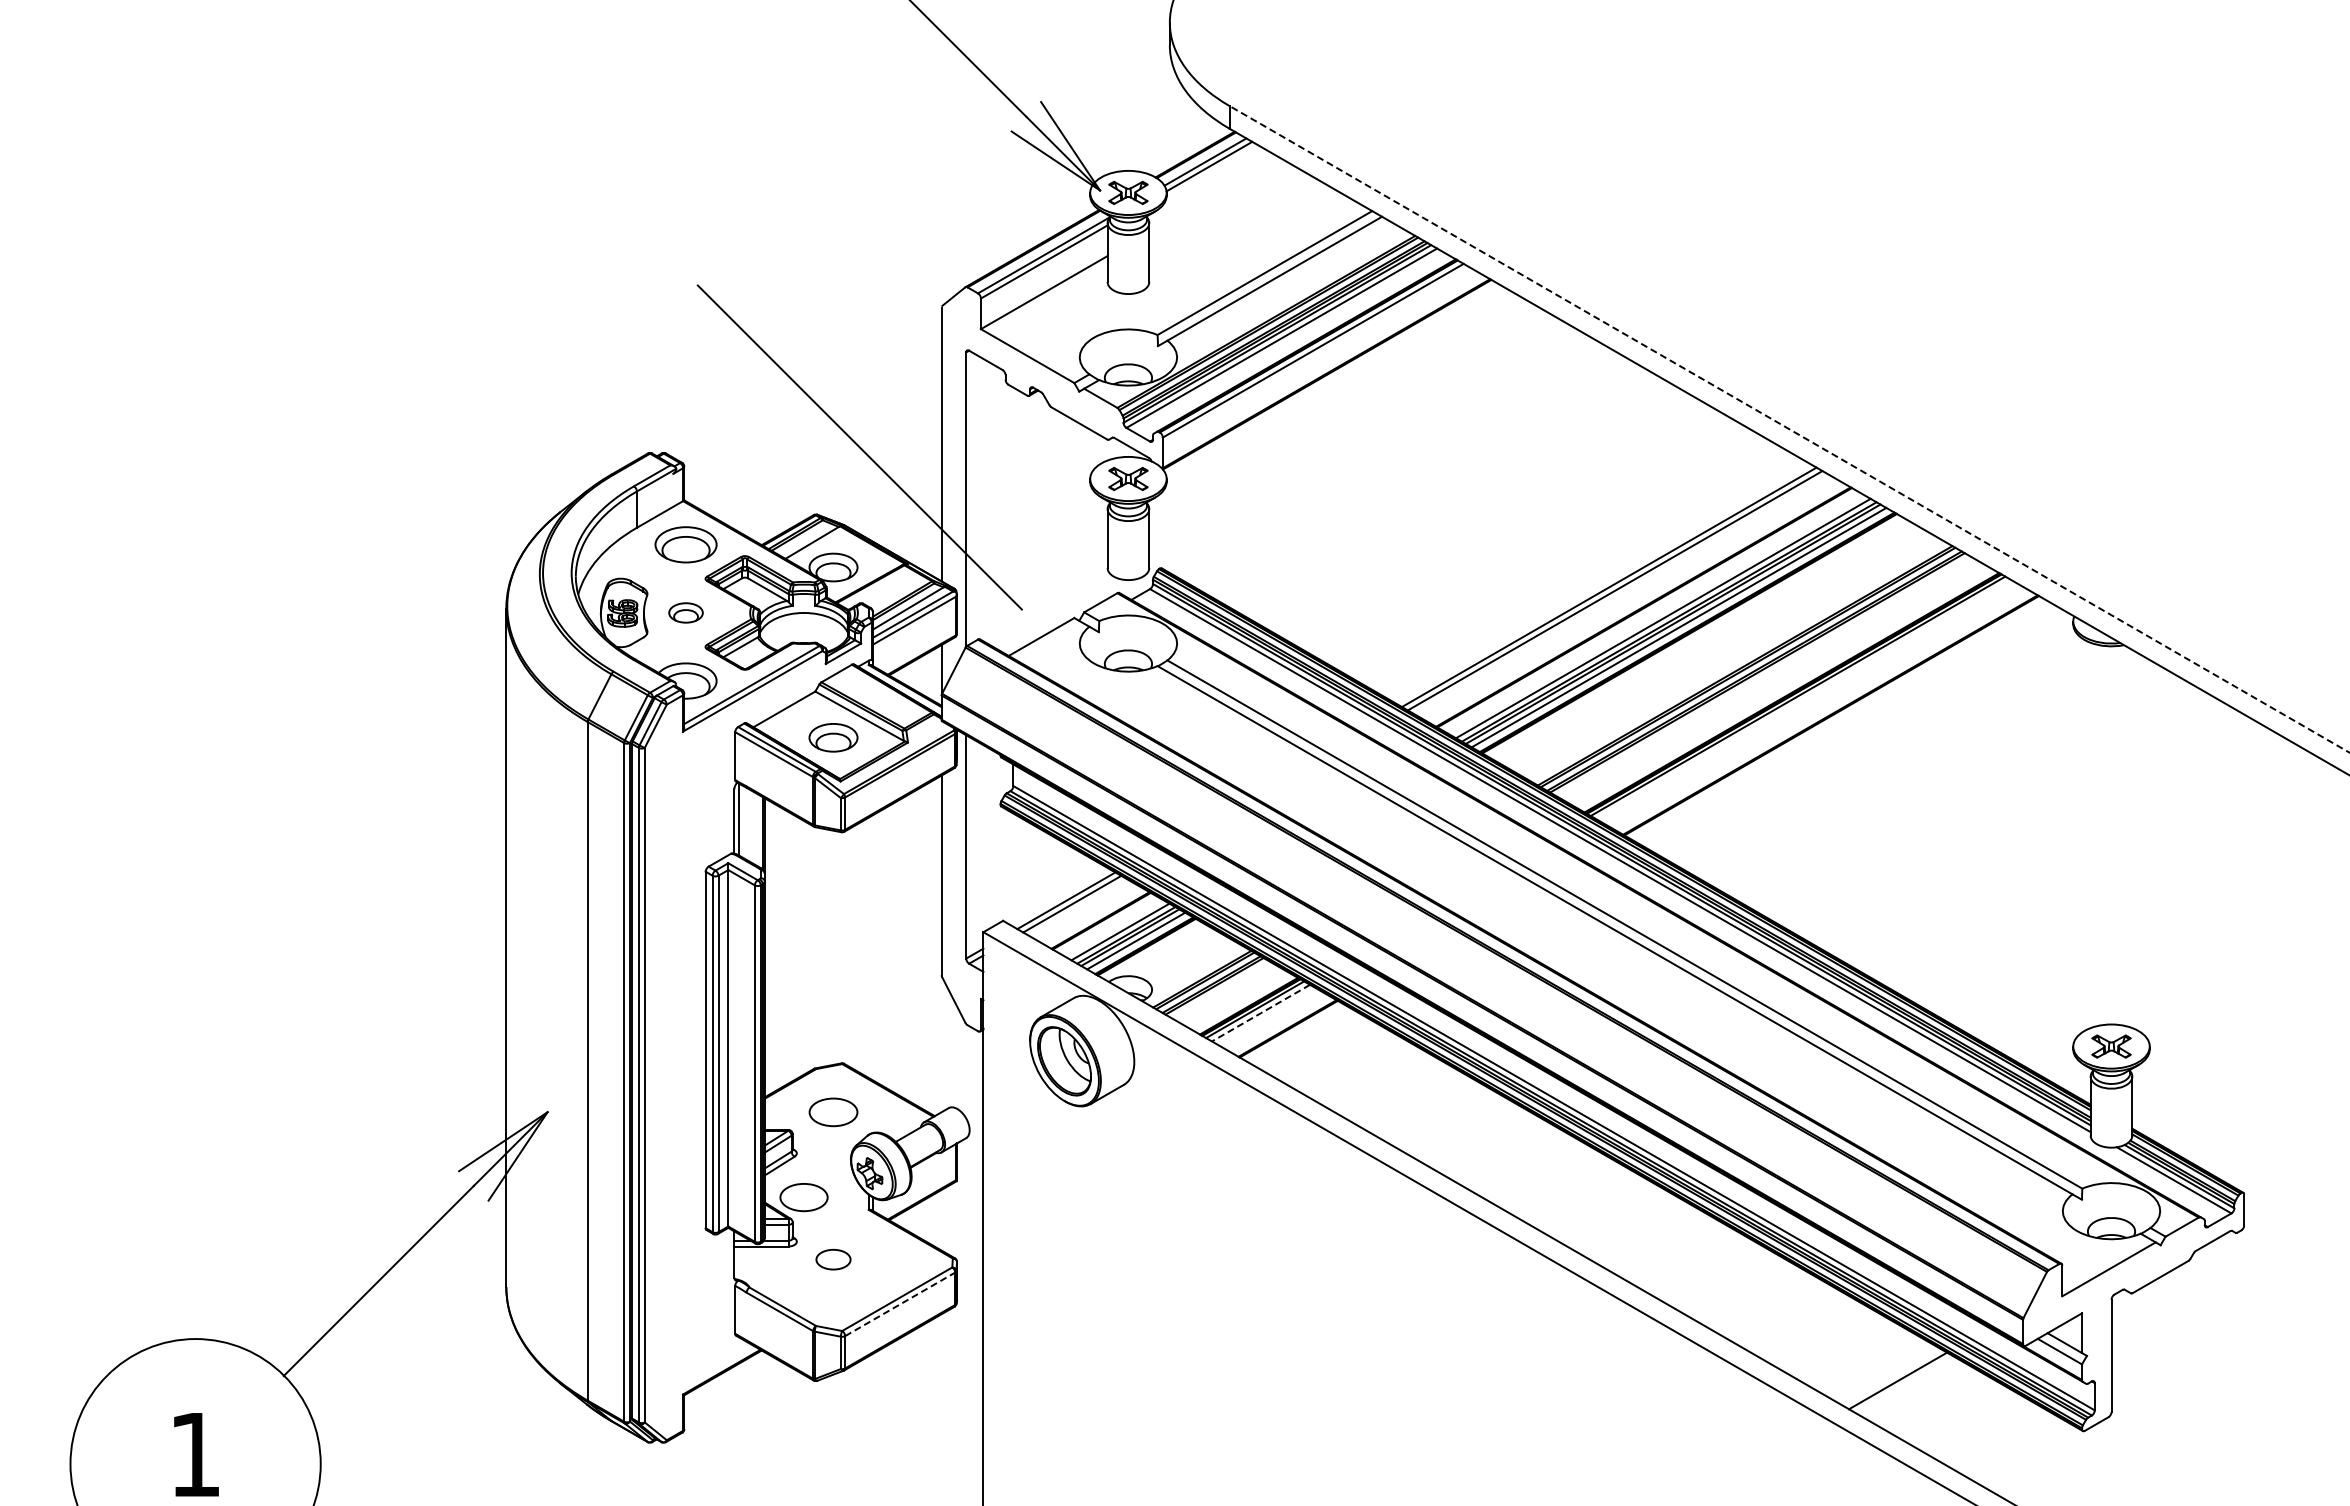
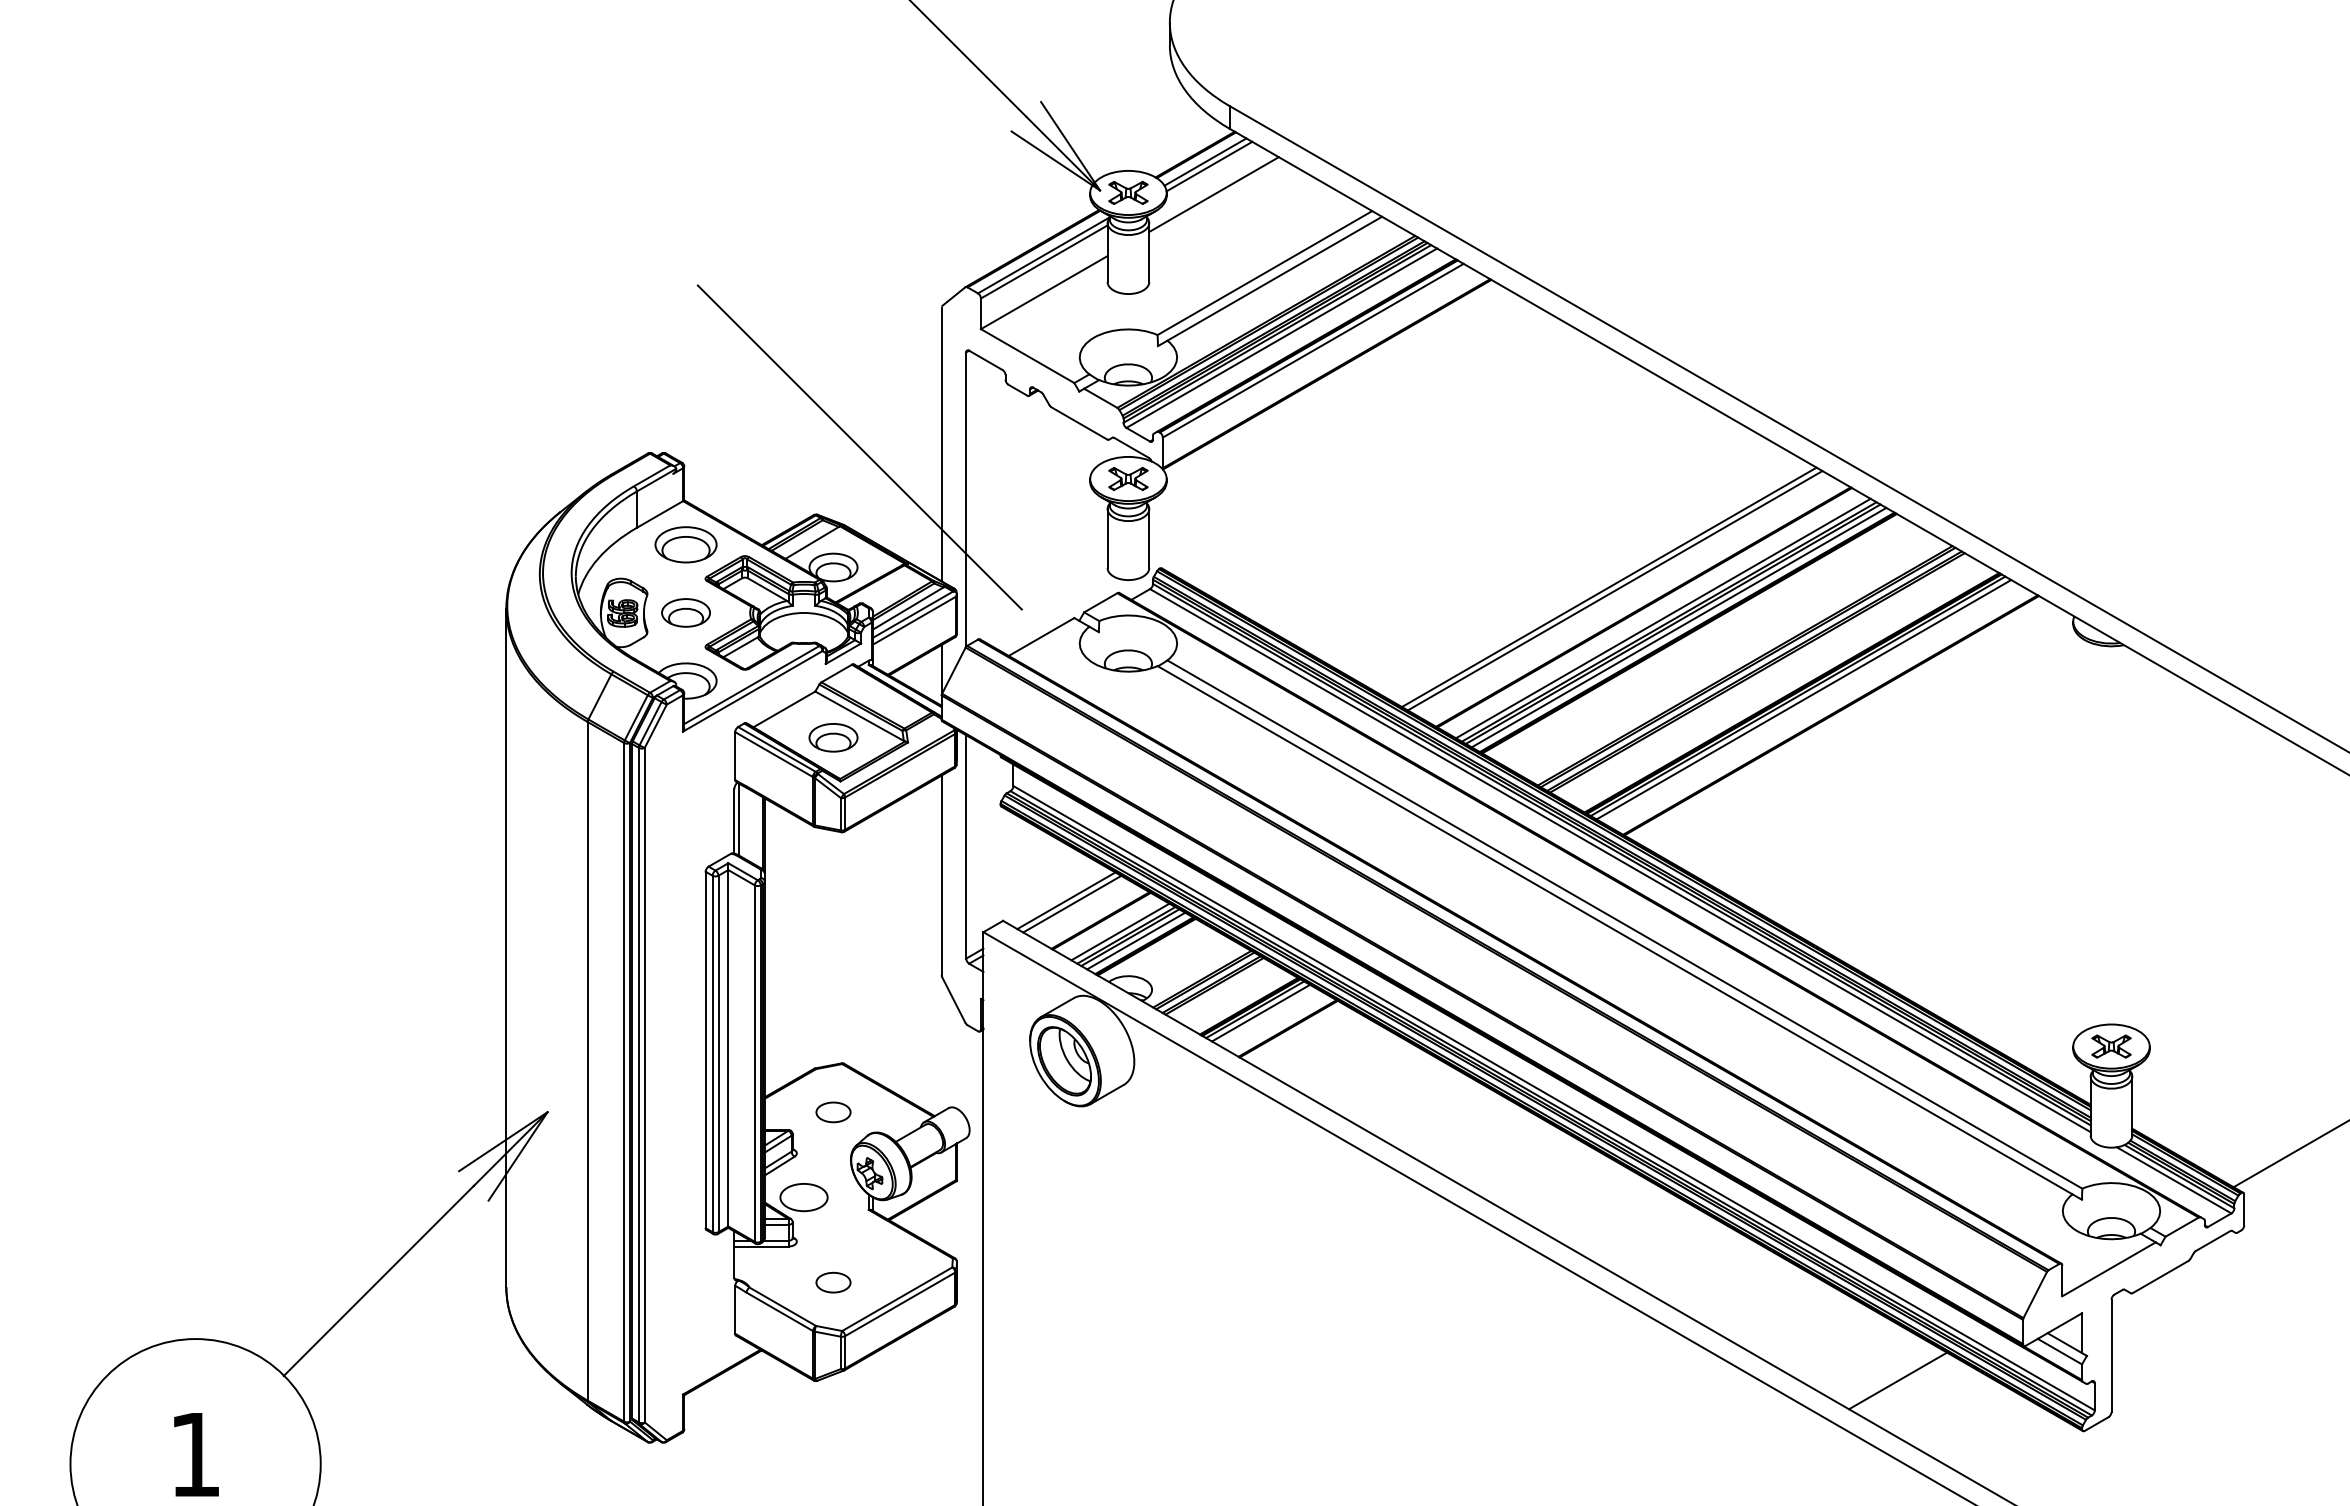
line at (1213, 194): none -> present
line at (1789, 429): dashed -> solid
part at (685, 612) size: 36x22 px -> 50x30 px
line at (1803, 699): none -> present
line at (1261, 1013): dashed -> solid
part at (833, 1112) size: 51x31 px -> 37x23 px
line at (2289, 1154): none -> present
part at (833, 1259) position: (833, 1259) -> (833, 1282)
line at (900, 1304): dashed -> solid
